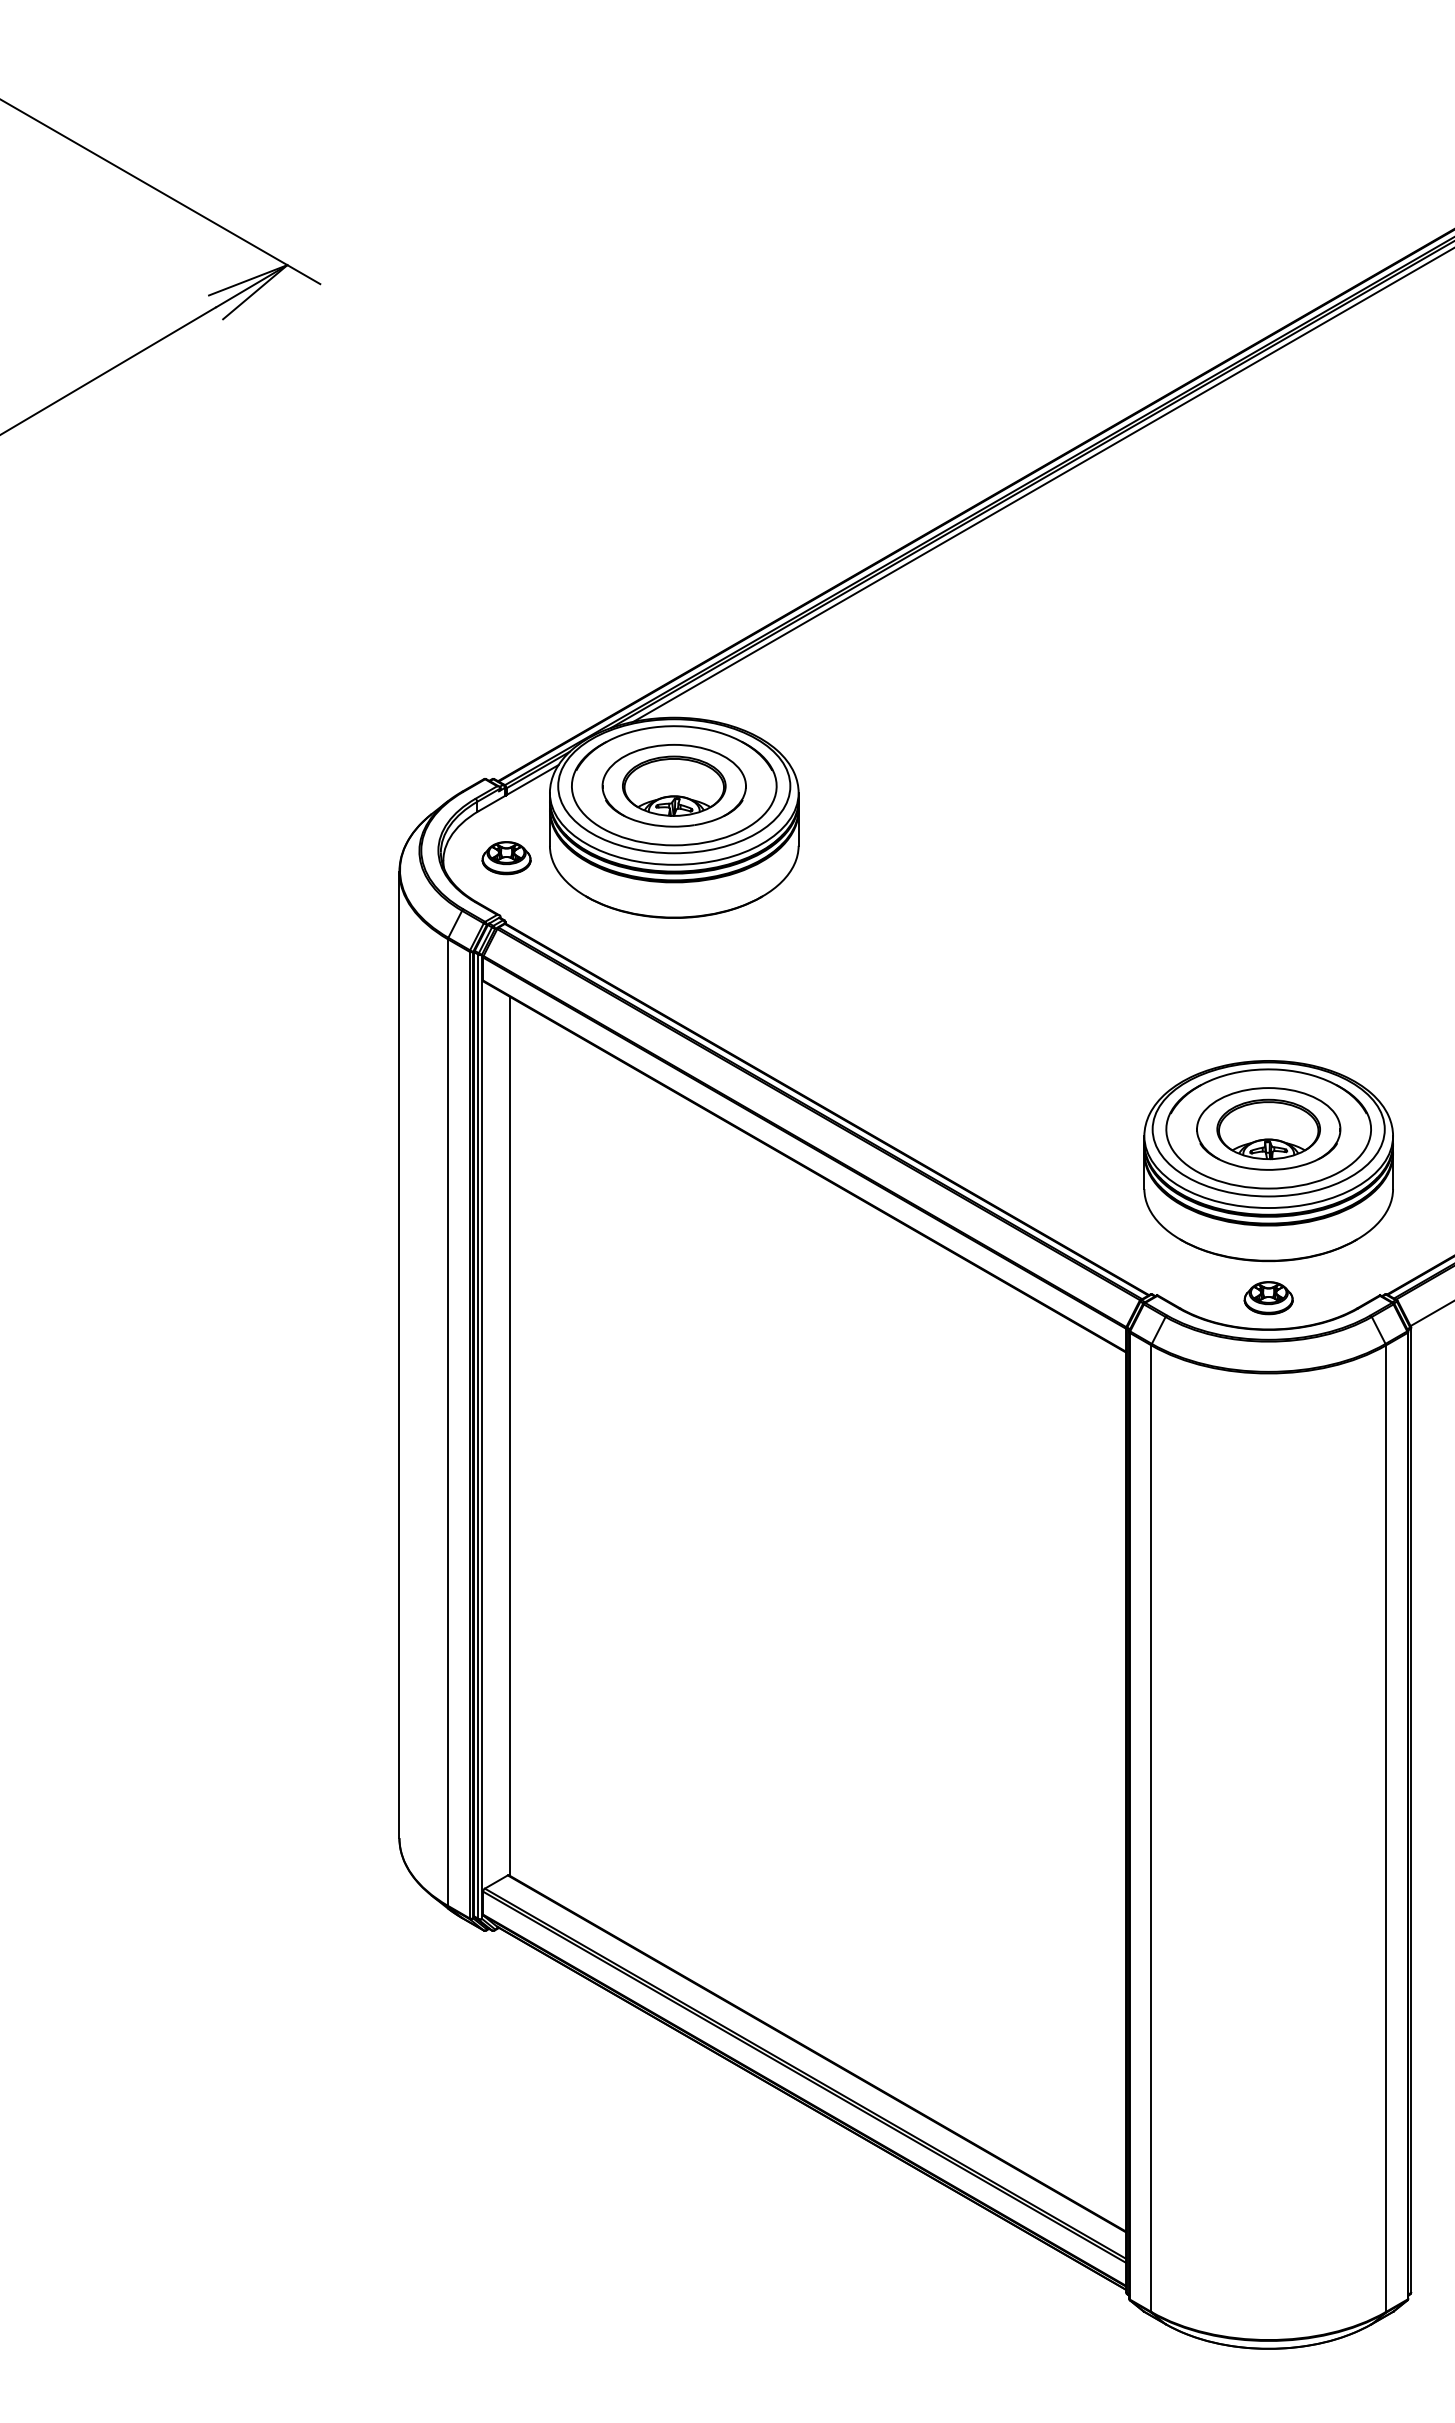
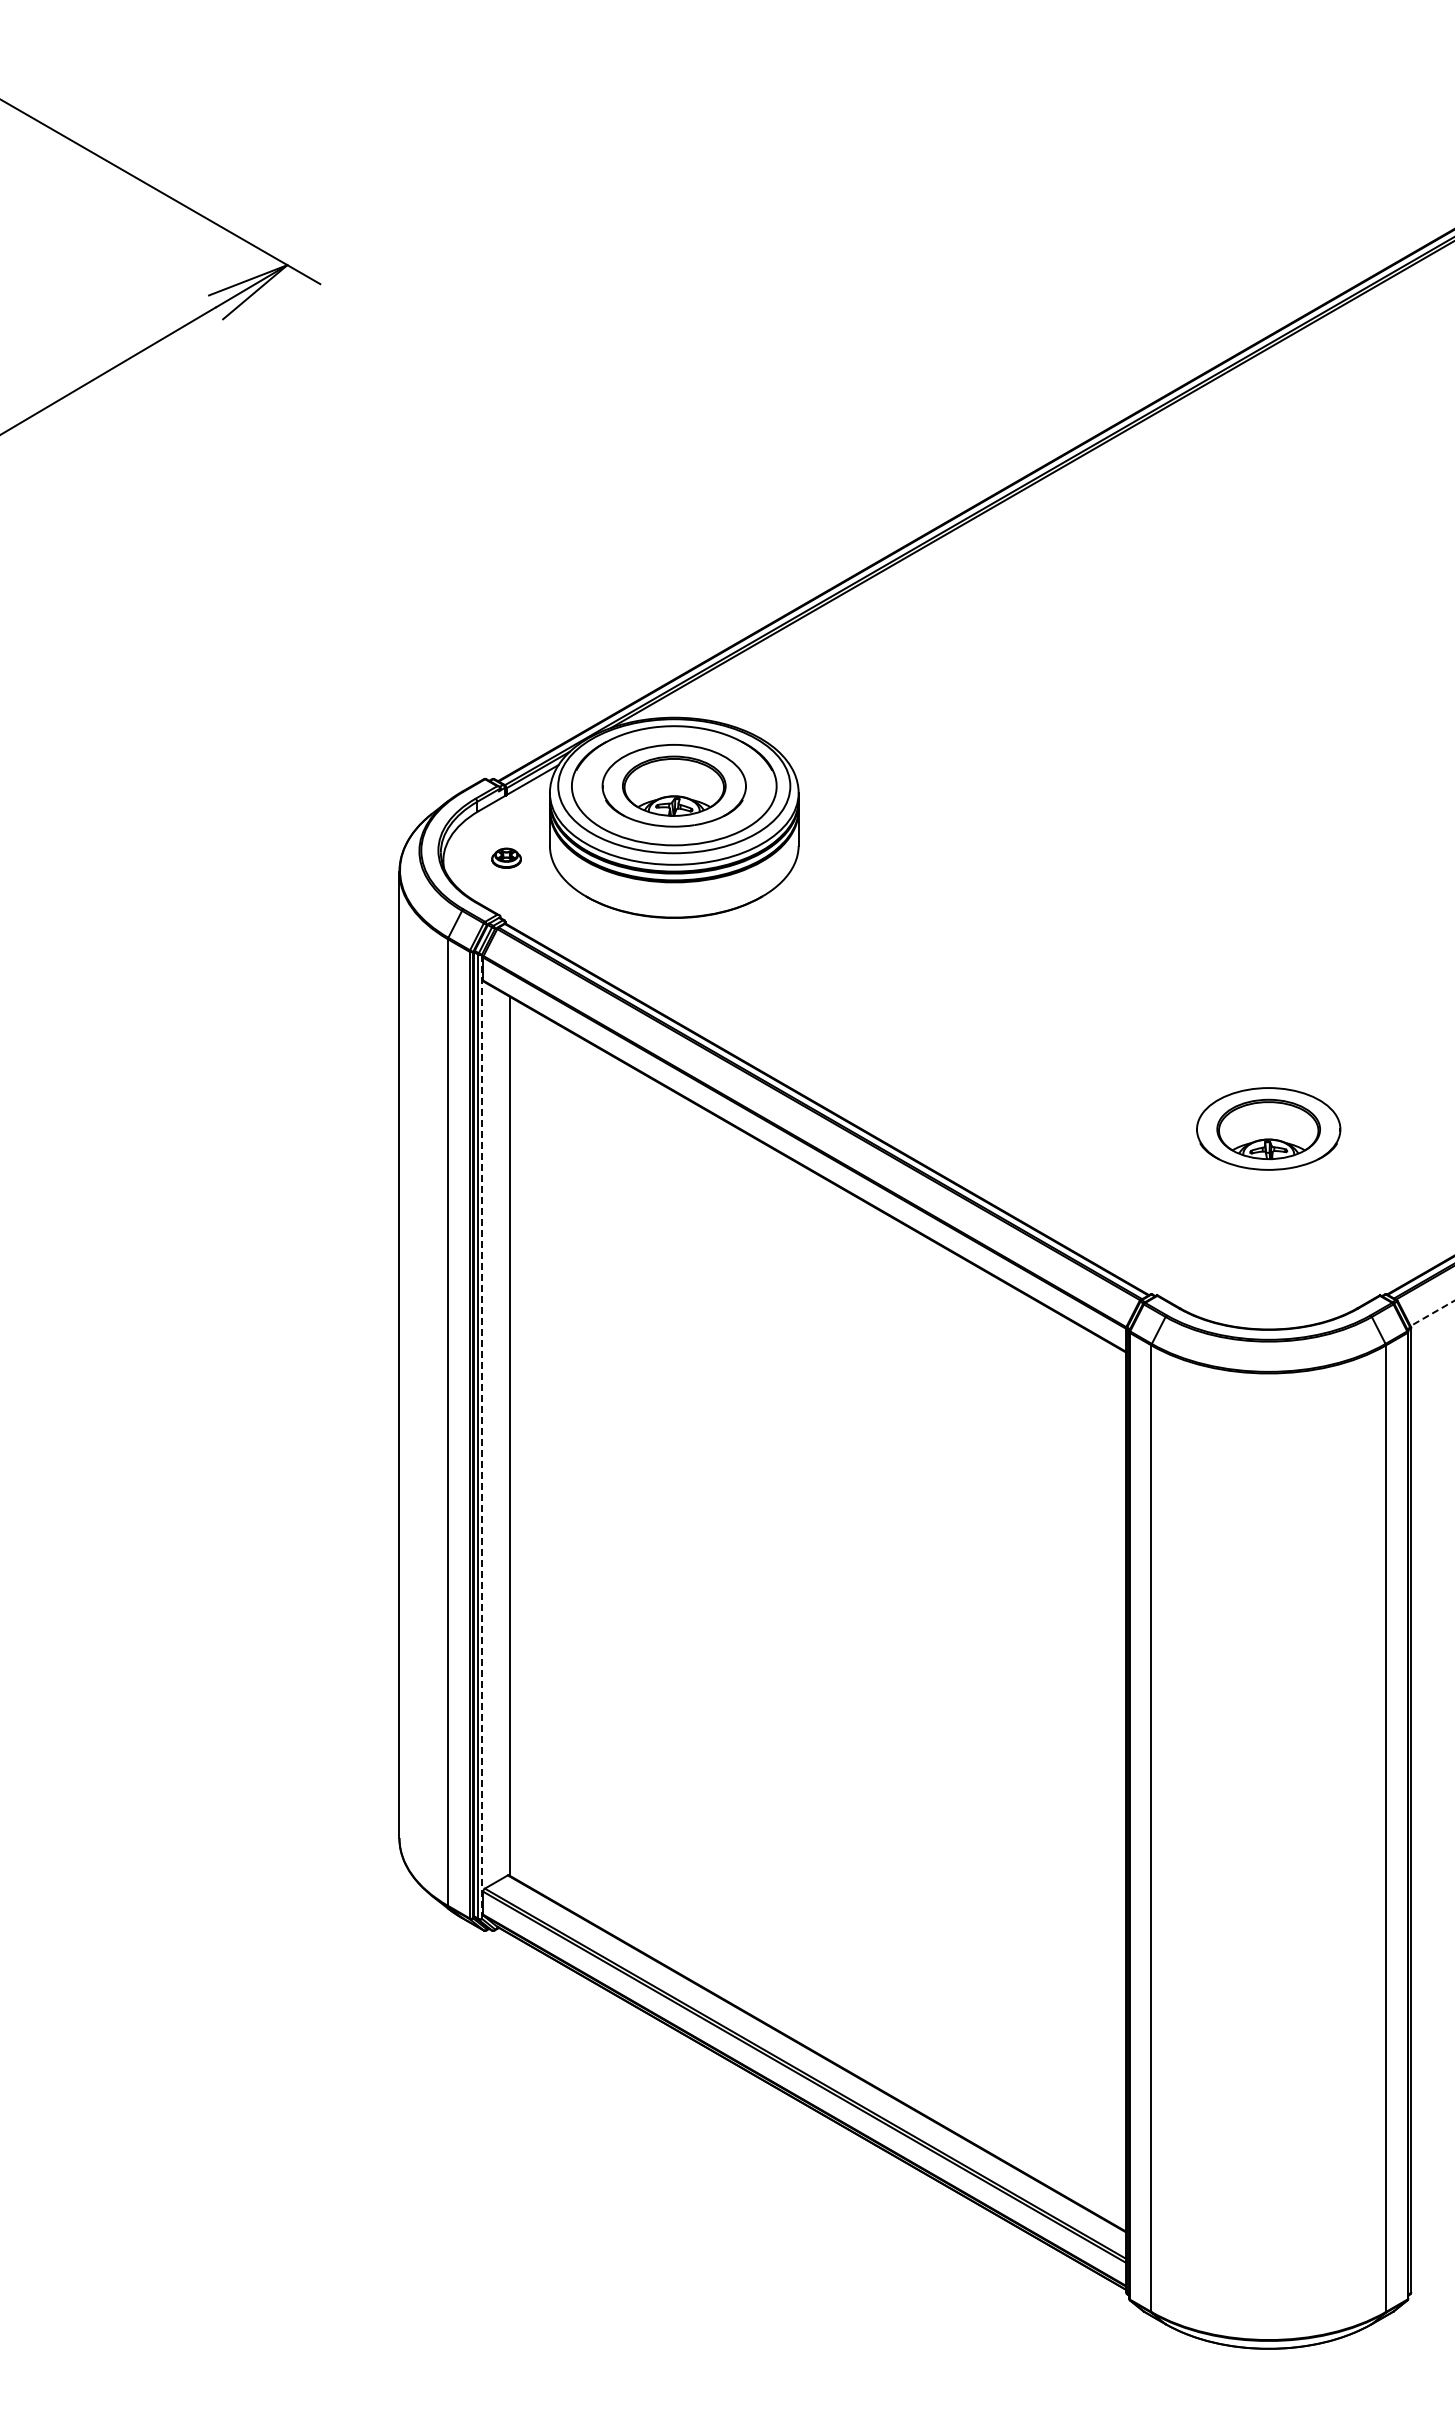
line at (1042, 485): present -> none
part at (506, 858) size: 51x35 px -> 31x22 px
part at (1268, 1161): present -> none
part at (1268, 1298): present -> none
line at (1432, 1313): solid -> dashed
line at (482, 1436): solid -> dashed
